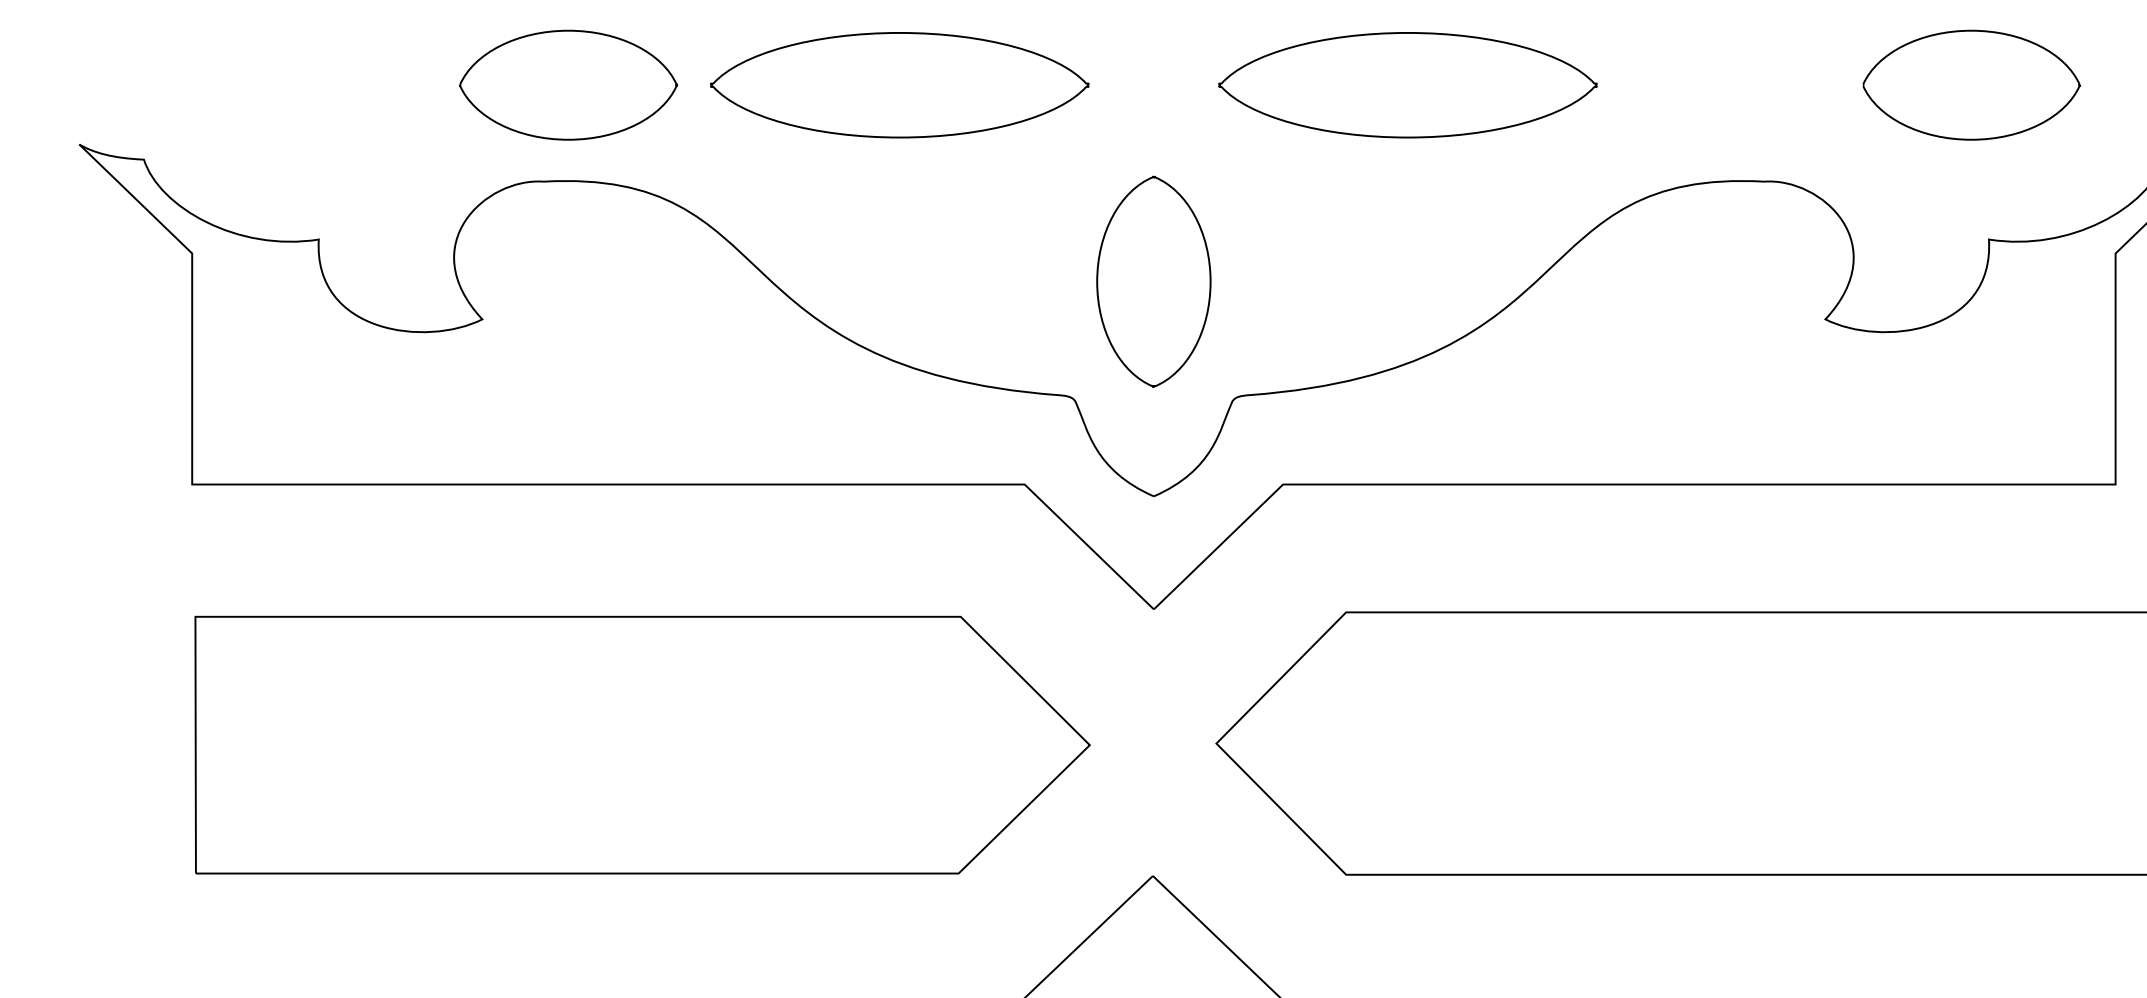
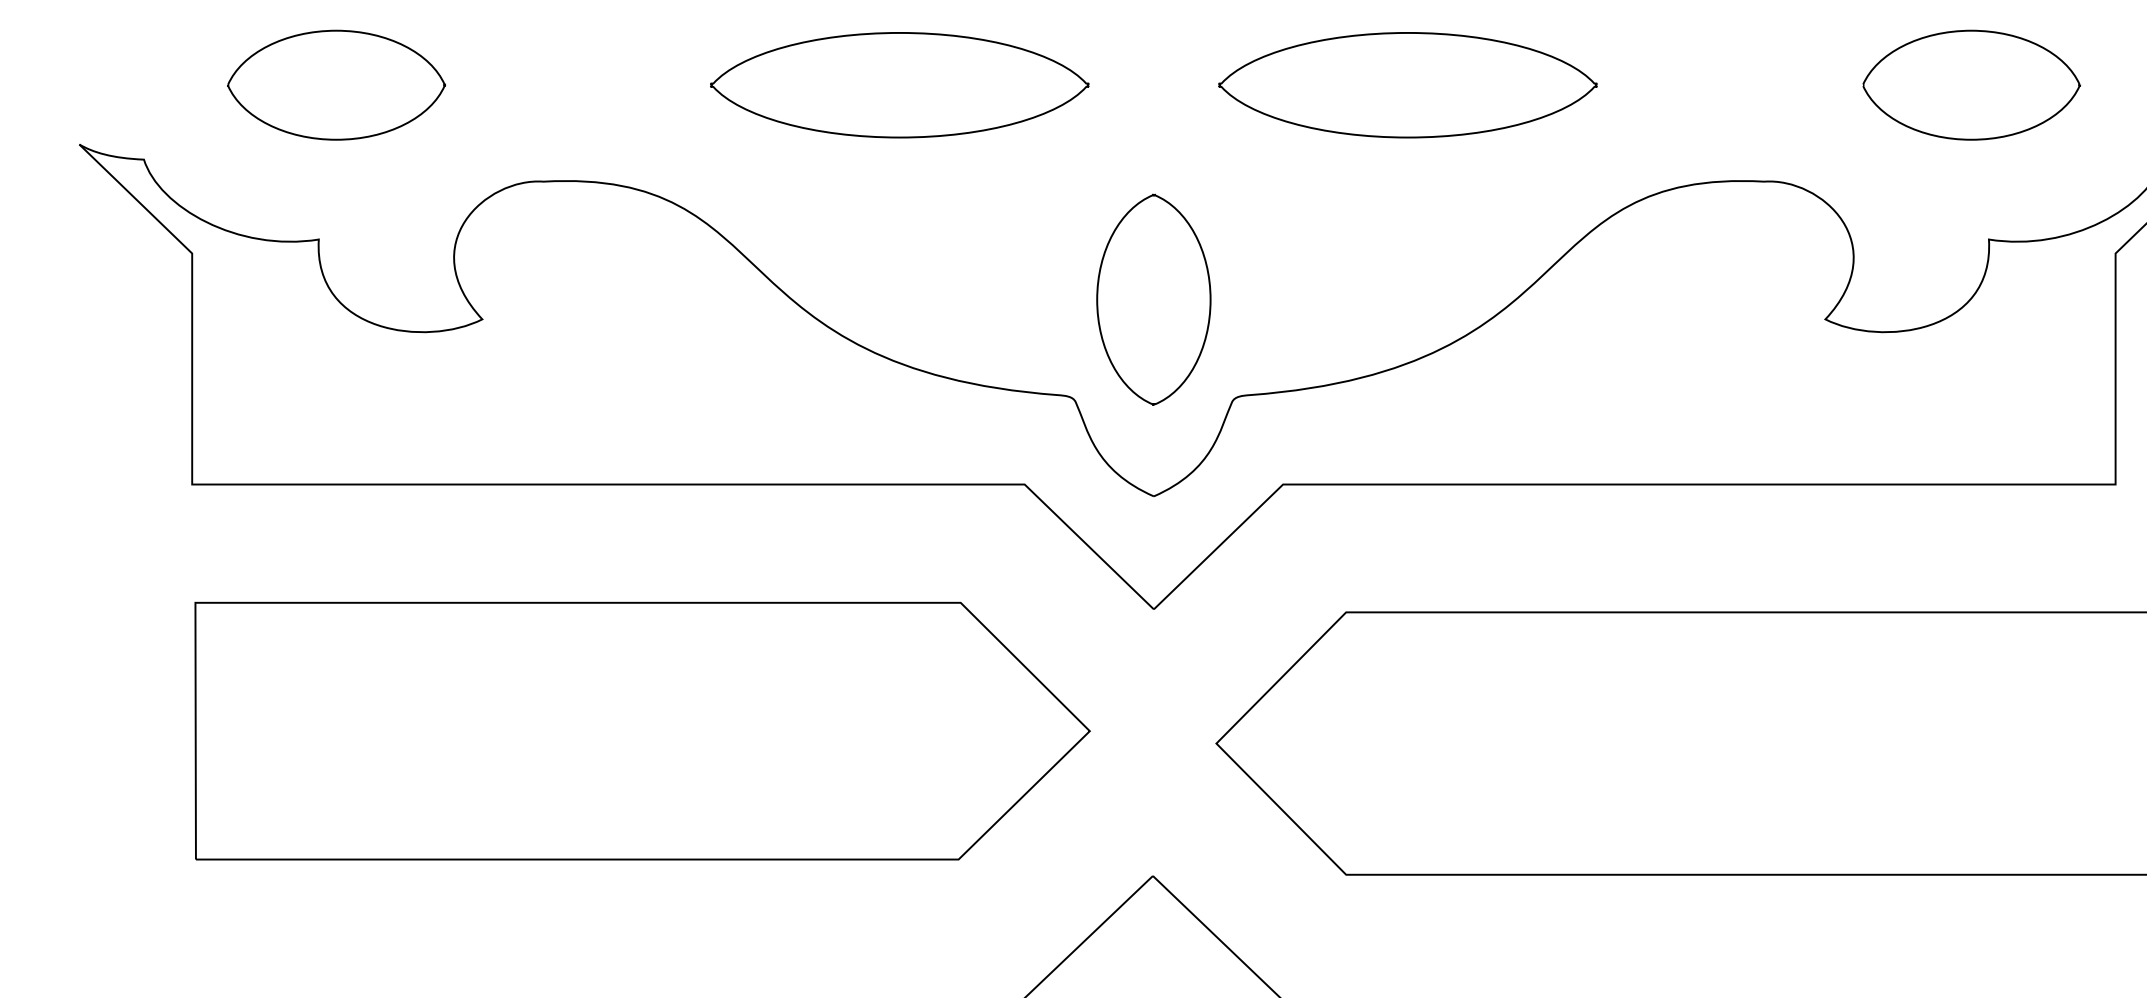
part at (568, 84) position: (568, 84) -> (336, 84)
part at (1153, 281) position: (1153, 281) -> (1153, 299)
part at (642, 744) position: (642, 744) -> (642, 730)
